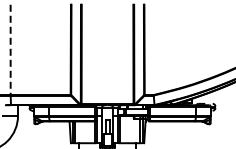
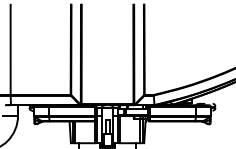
line at (10, 50): dashed -> solid
